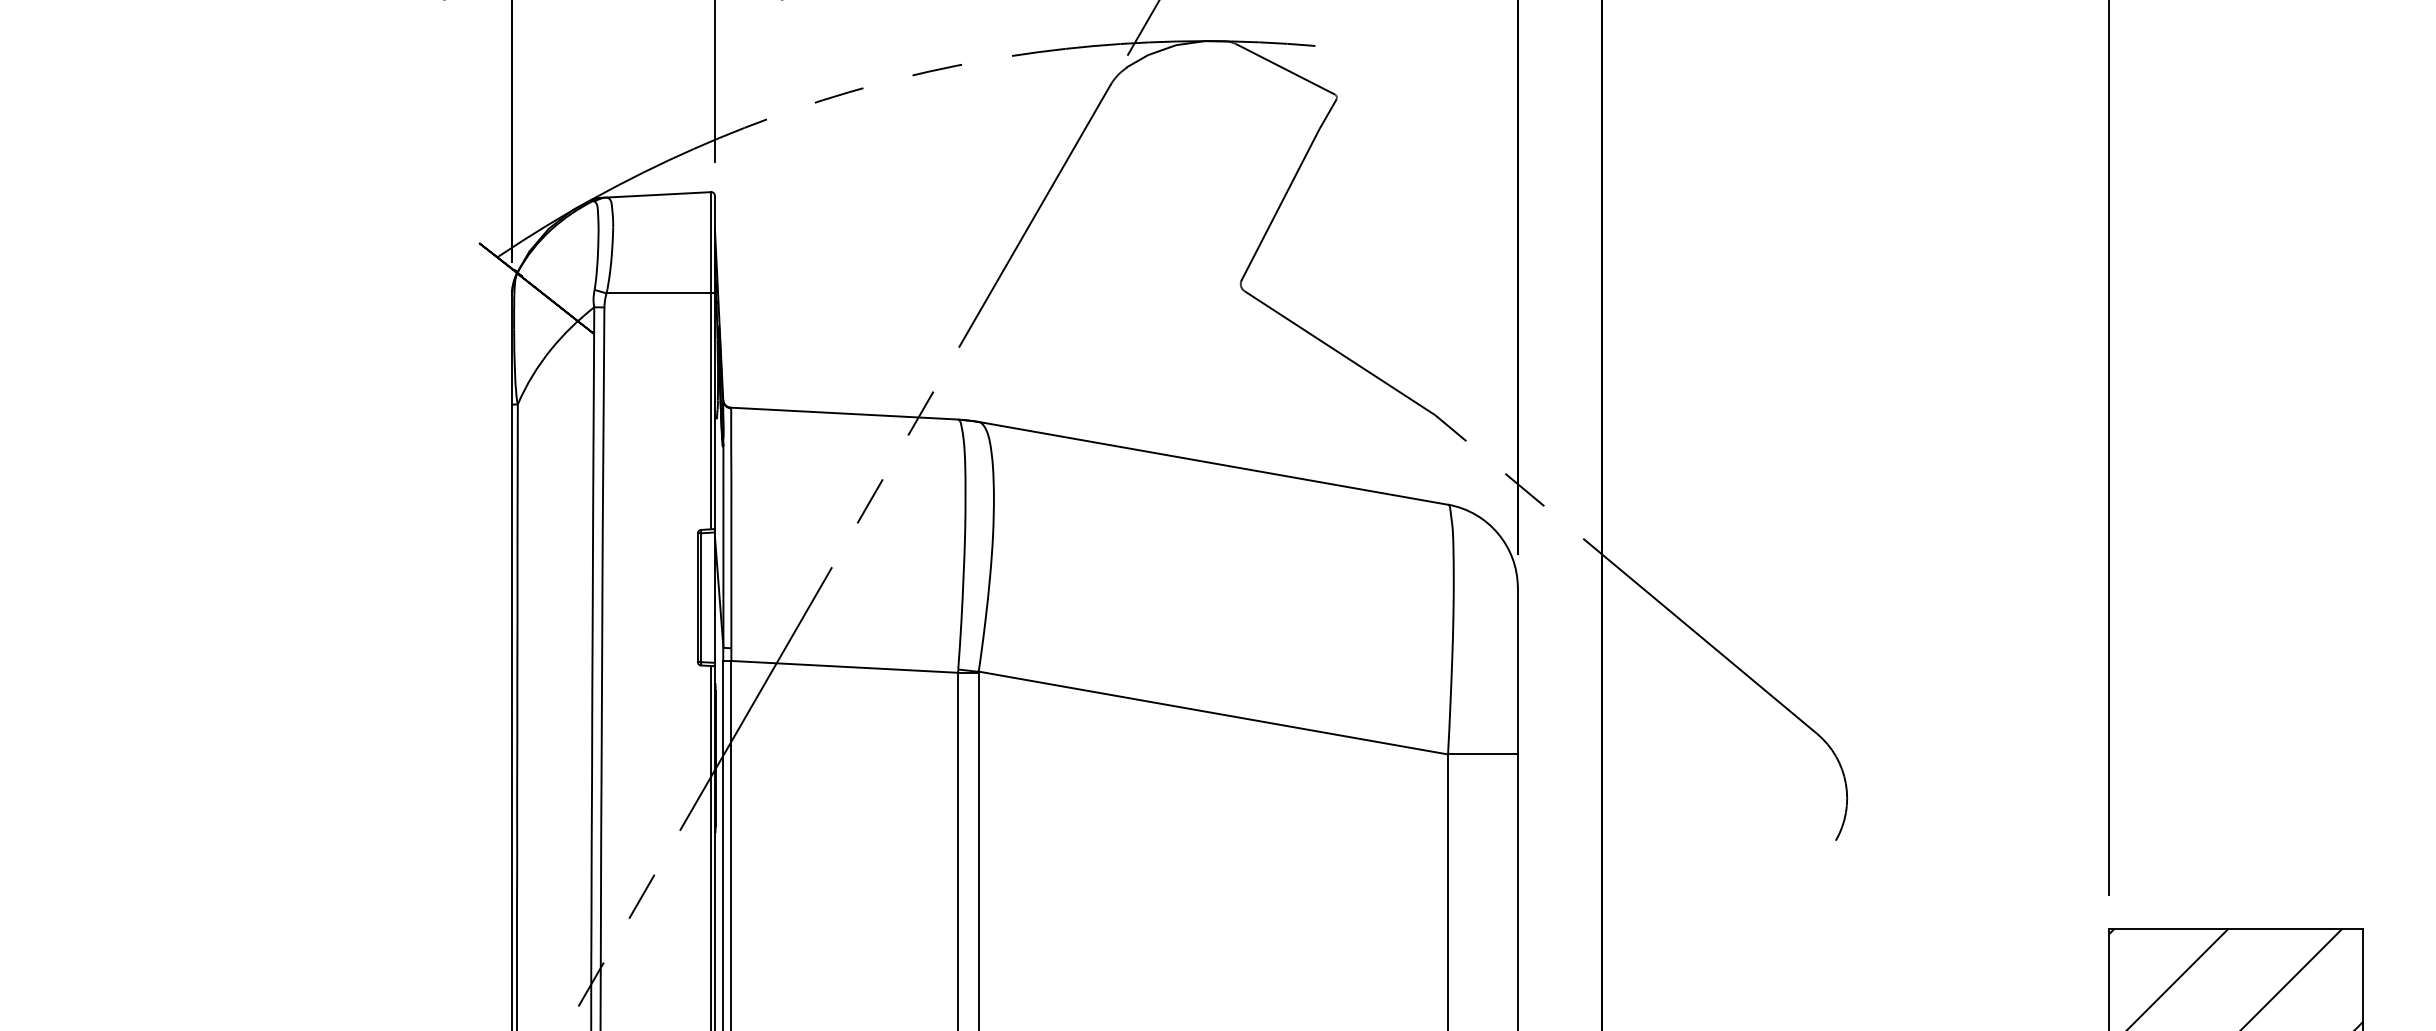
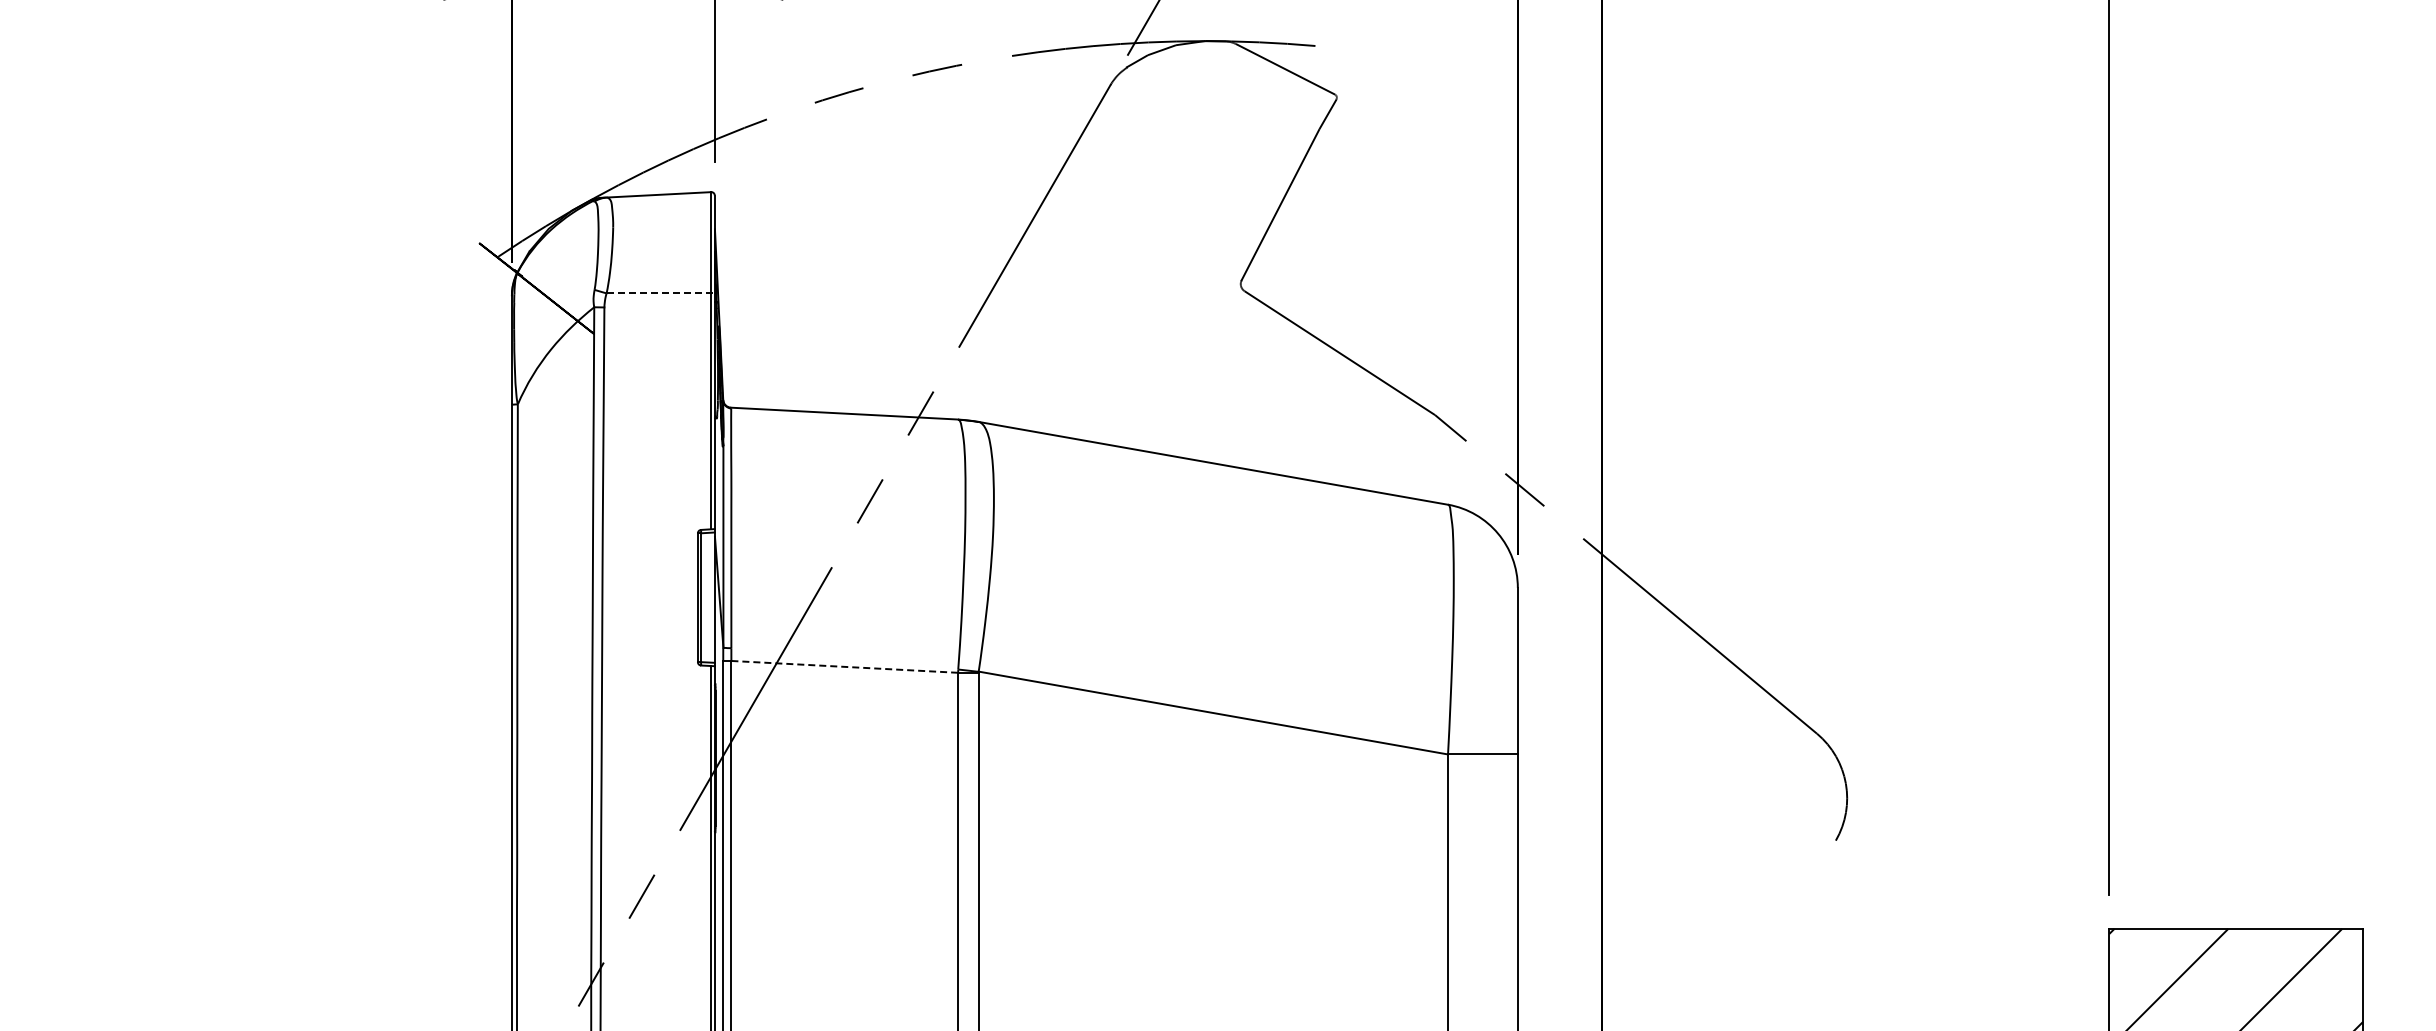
line at (661, 293): solid -> dashed
line at (844, 666): solid -> dashed
